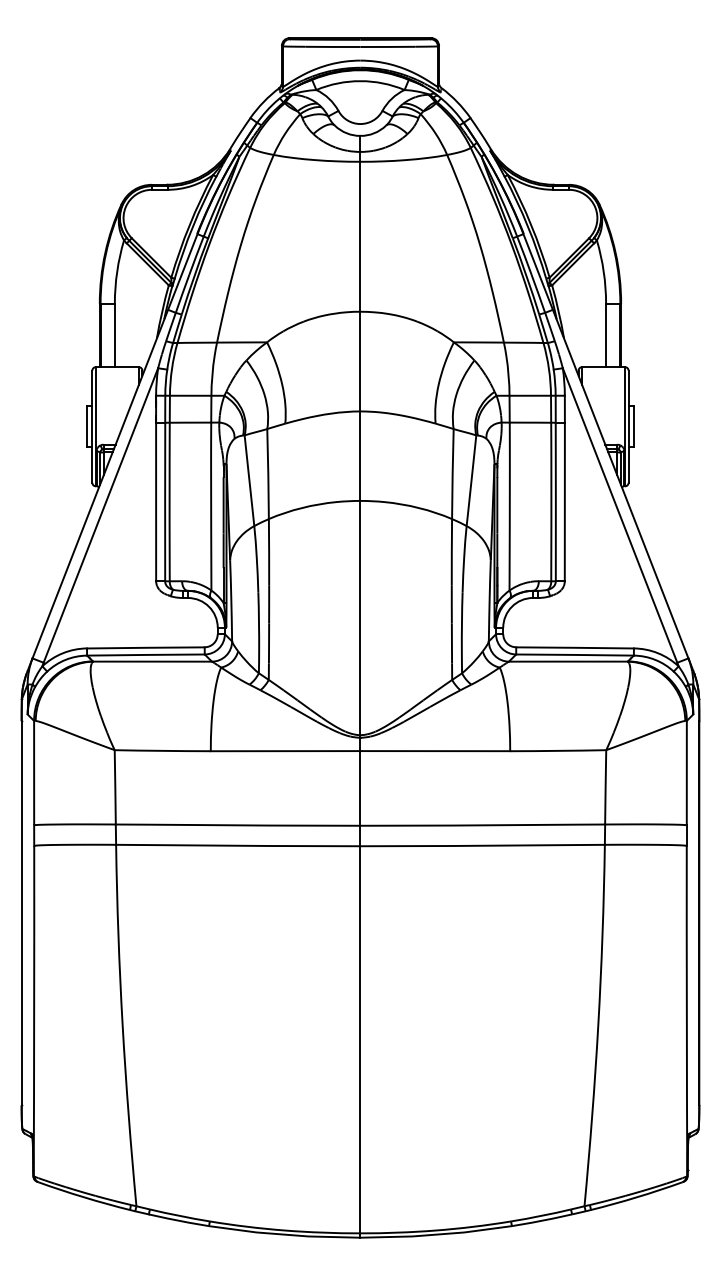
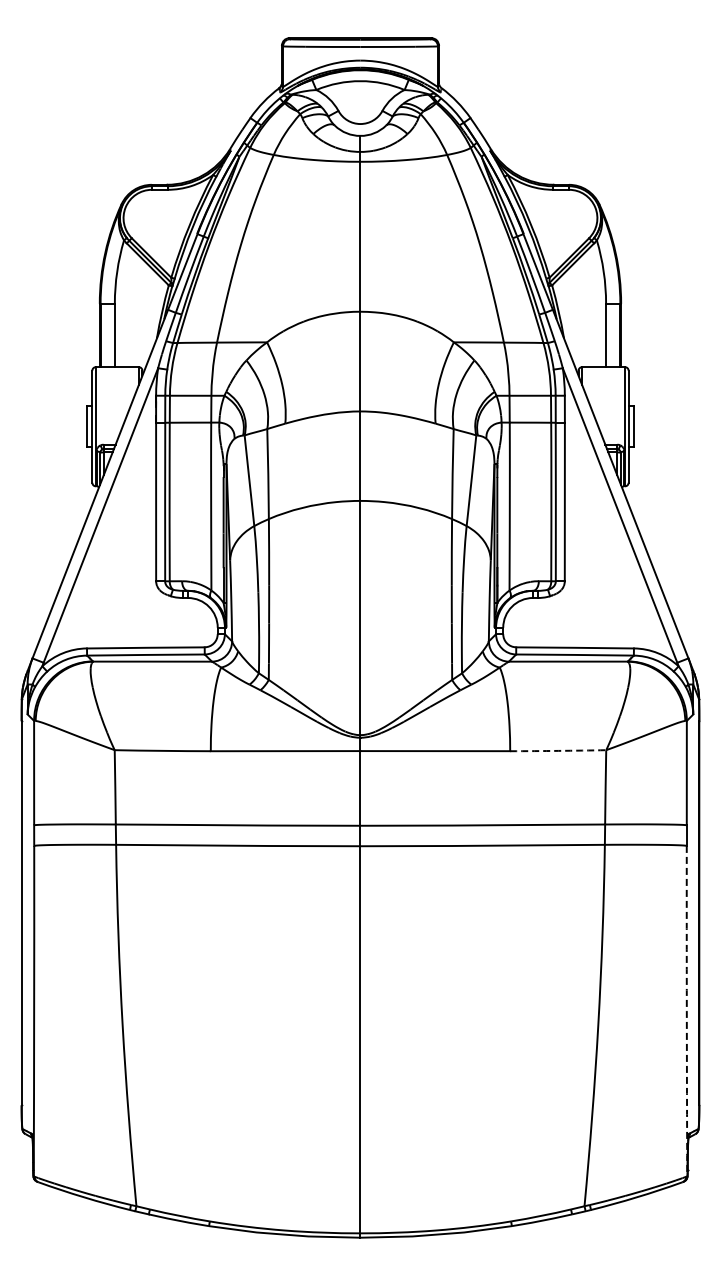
arc at (558, 750): solid -> dashed
arc at (686, 1011): solid -> dashed
